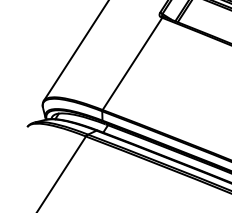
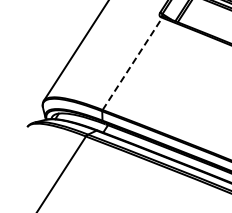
line at (132, 63): solid -> dashed
